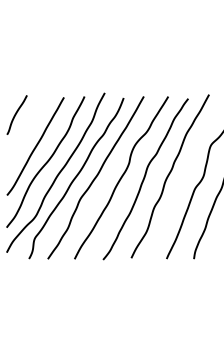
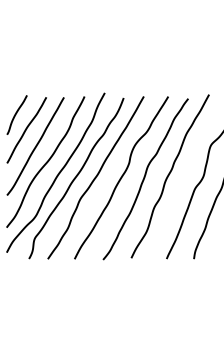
curve at (26, 130): none -> present
